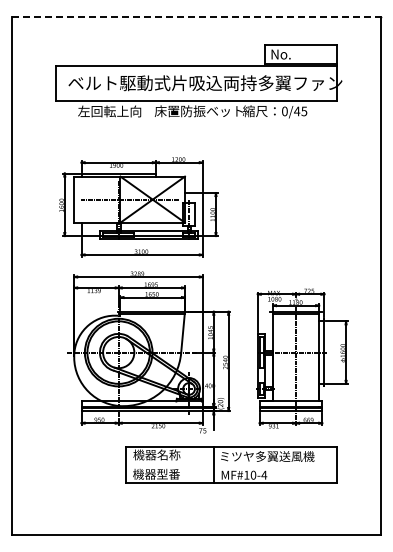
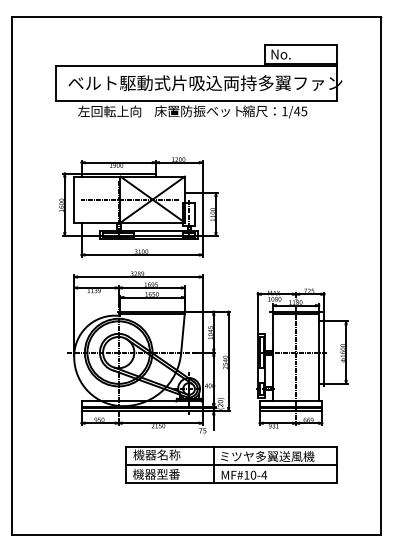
line at (196, 16): dashed -> solid
text at (284, 111): 0/45 -> 1/45
line at (231, 465): none -> present
